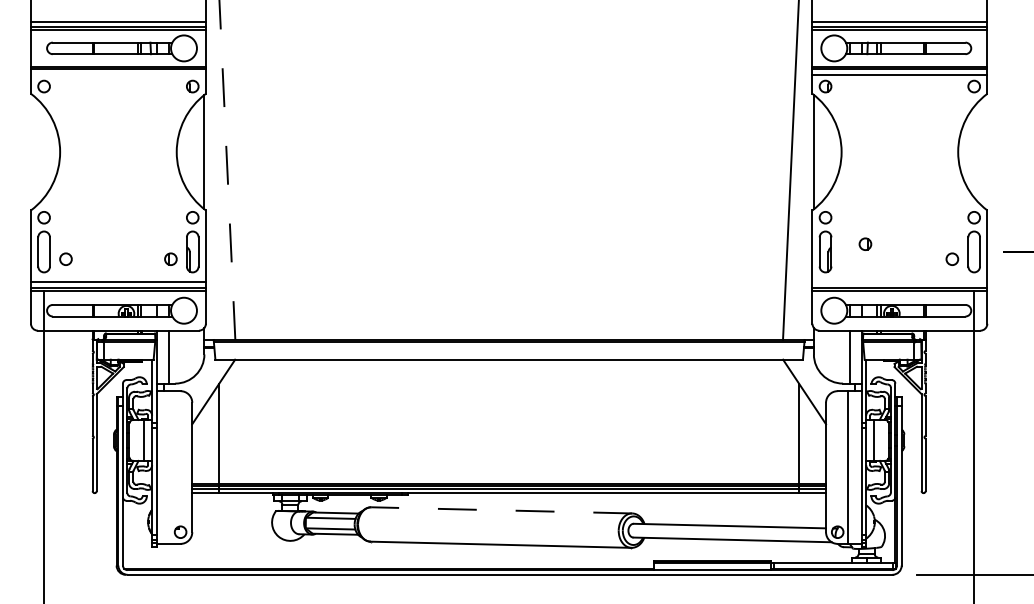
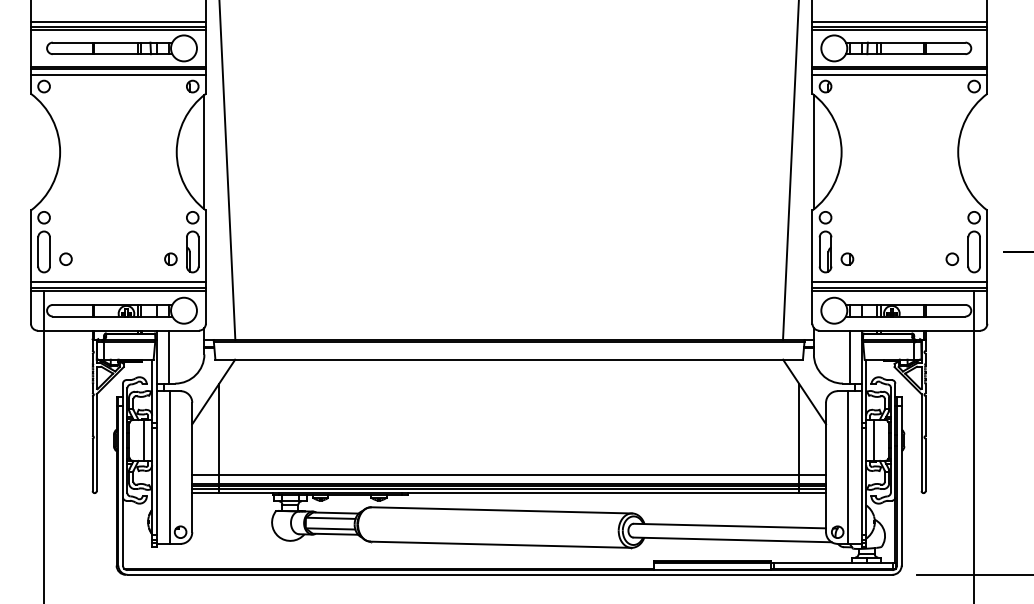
line at (118, 75): none -> present
line at (227, 170): dashed -> solid
part at (865, 243) position: (865, 243) -> (847, 258)
line at (899, 282): none -> present
line at (170, 467): none -> present
line at (509, 474): none -> present
line at (501, 510): dashed -> solid
